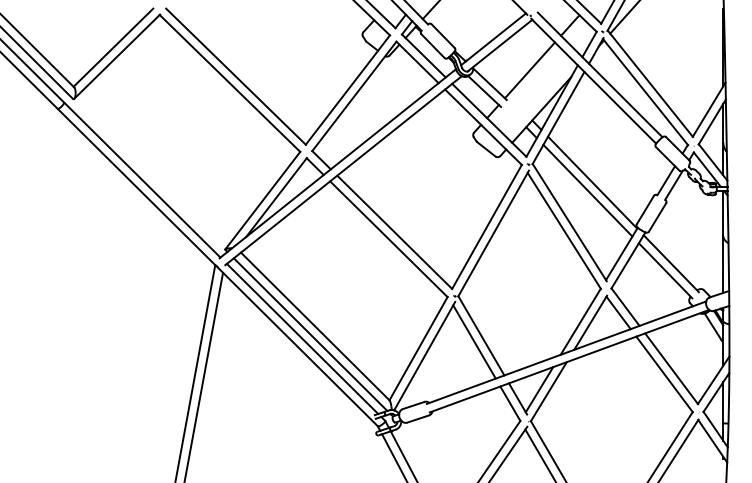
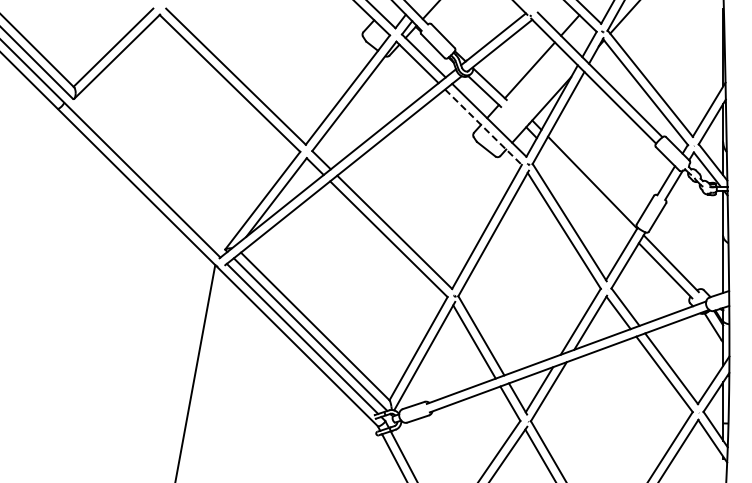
line at (483, 127): solid -> dashed
line at (587, 190): present -> none
line at (203, 375): present -> none
